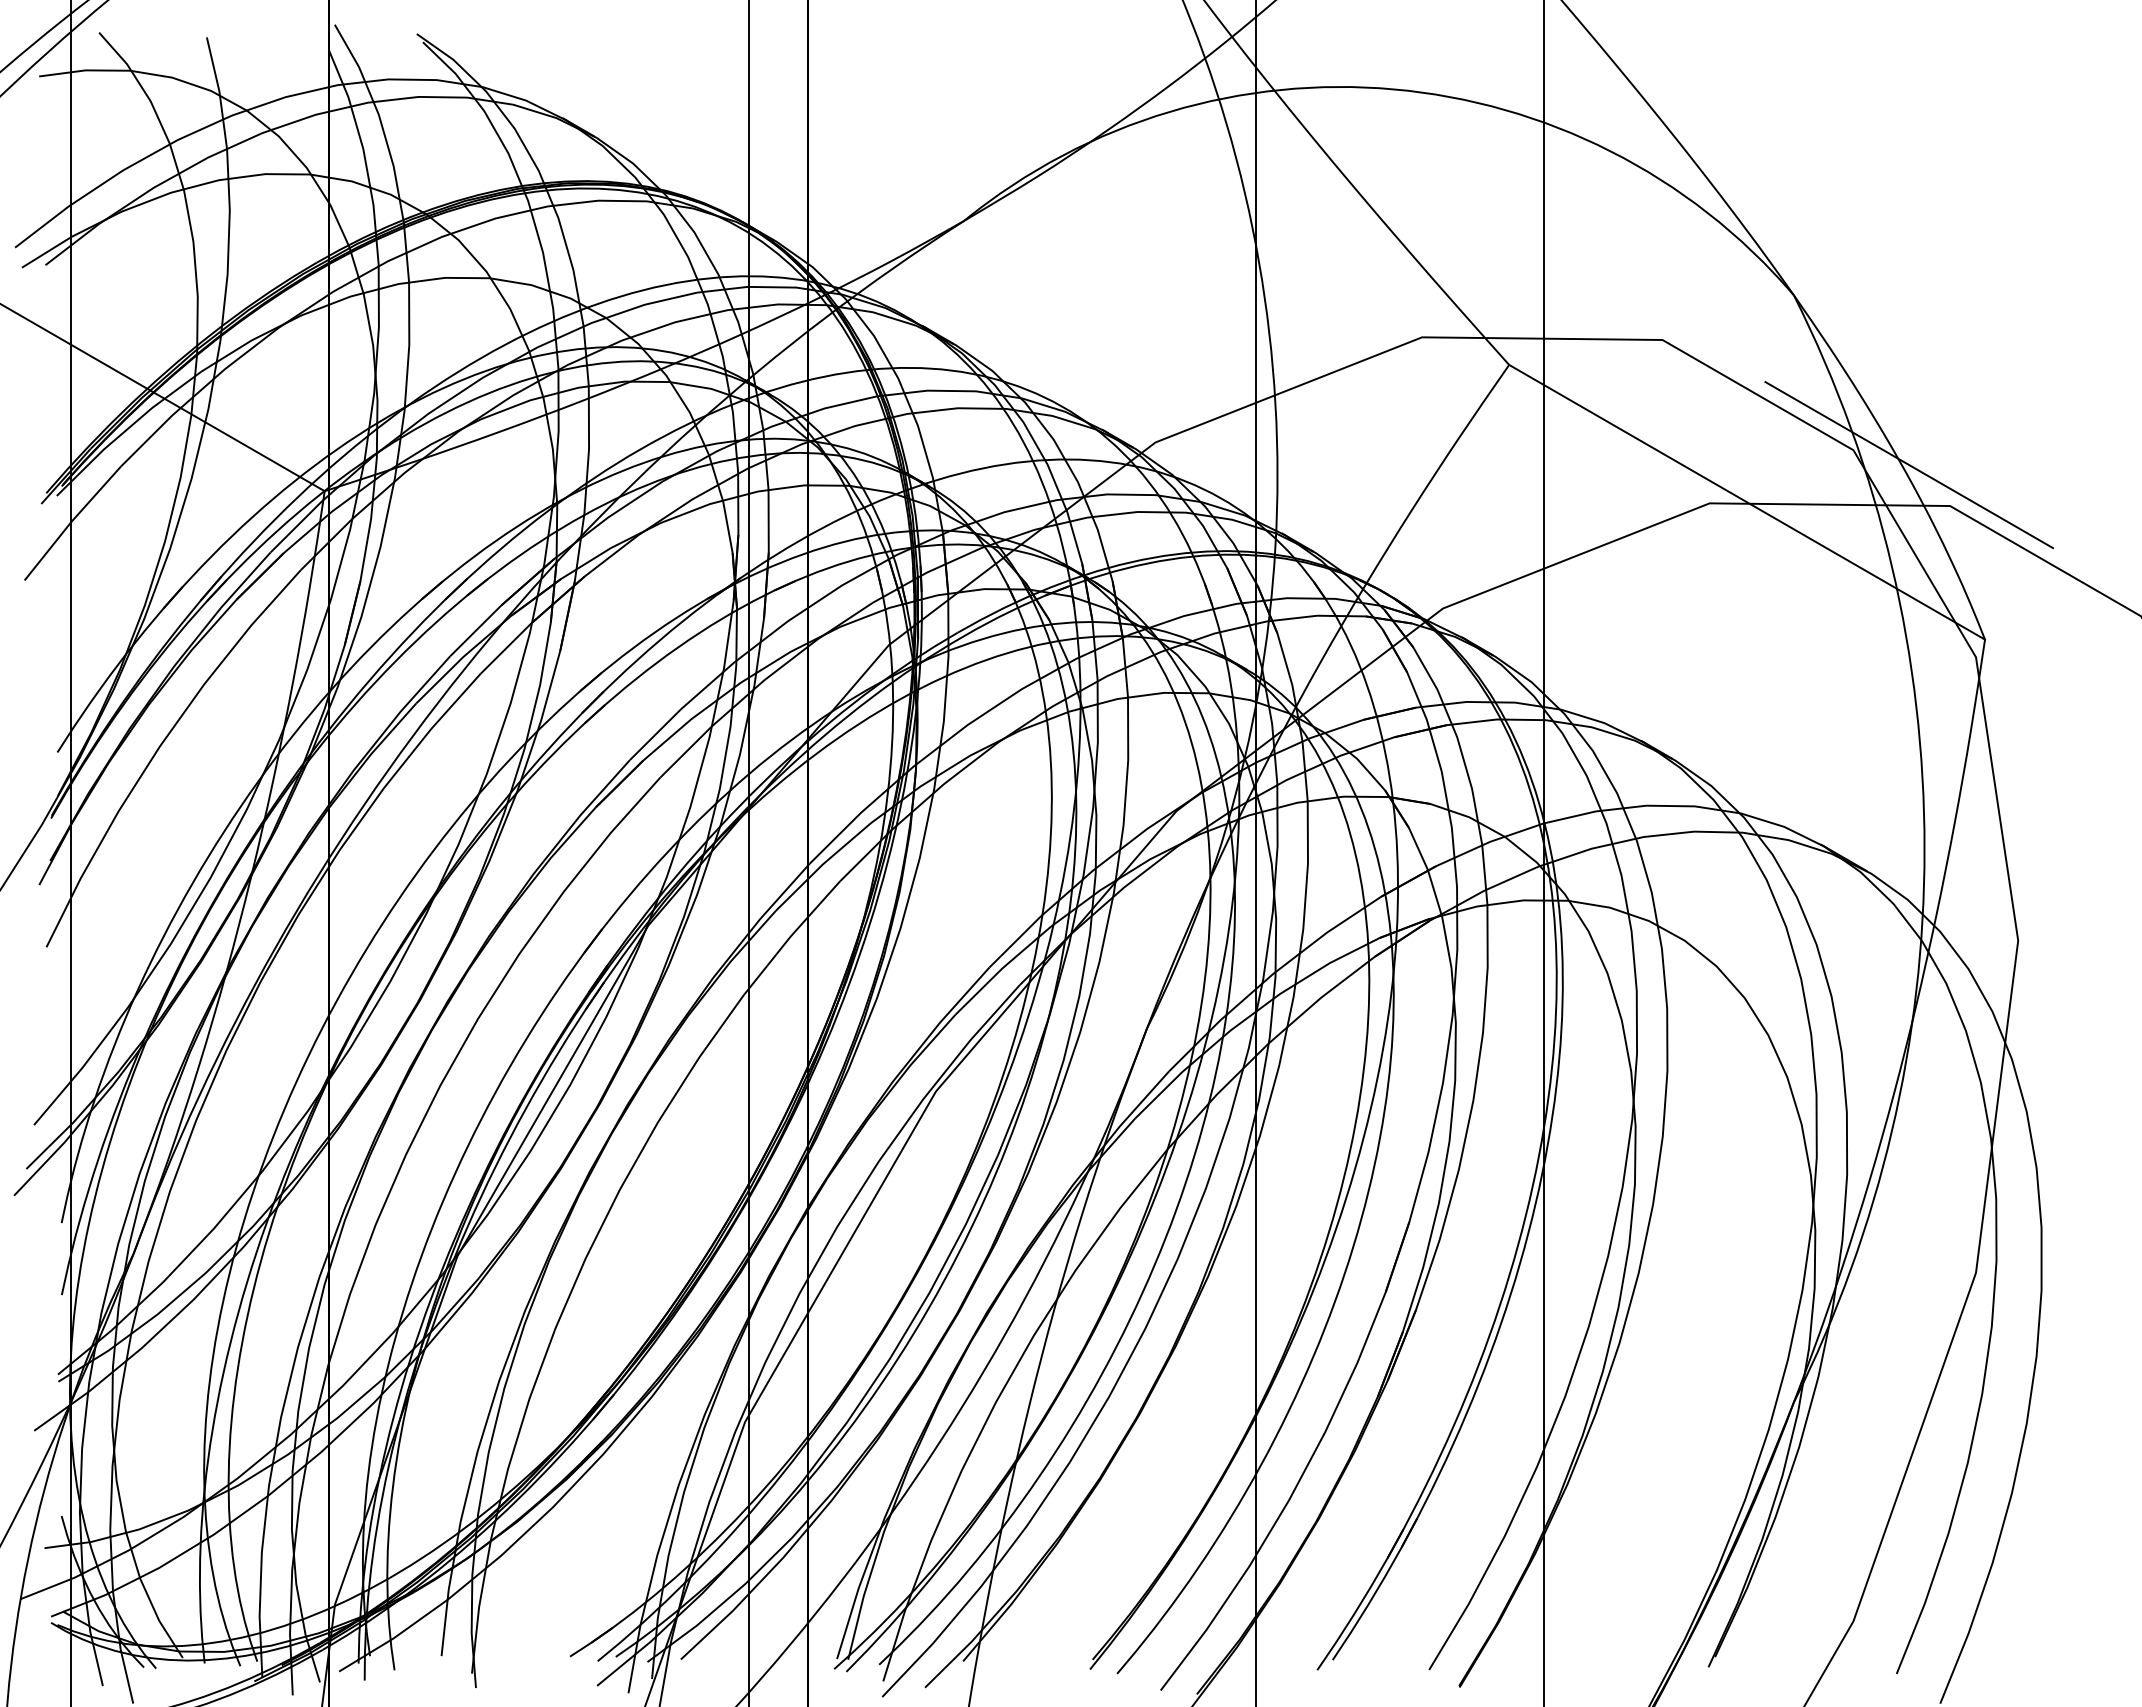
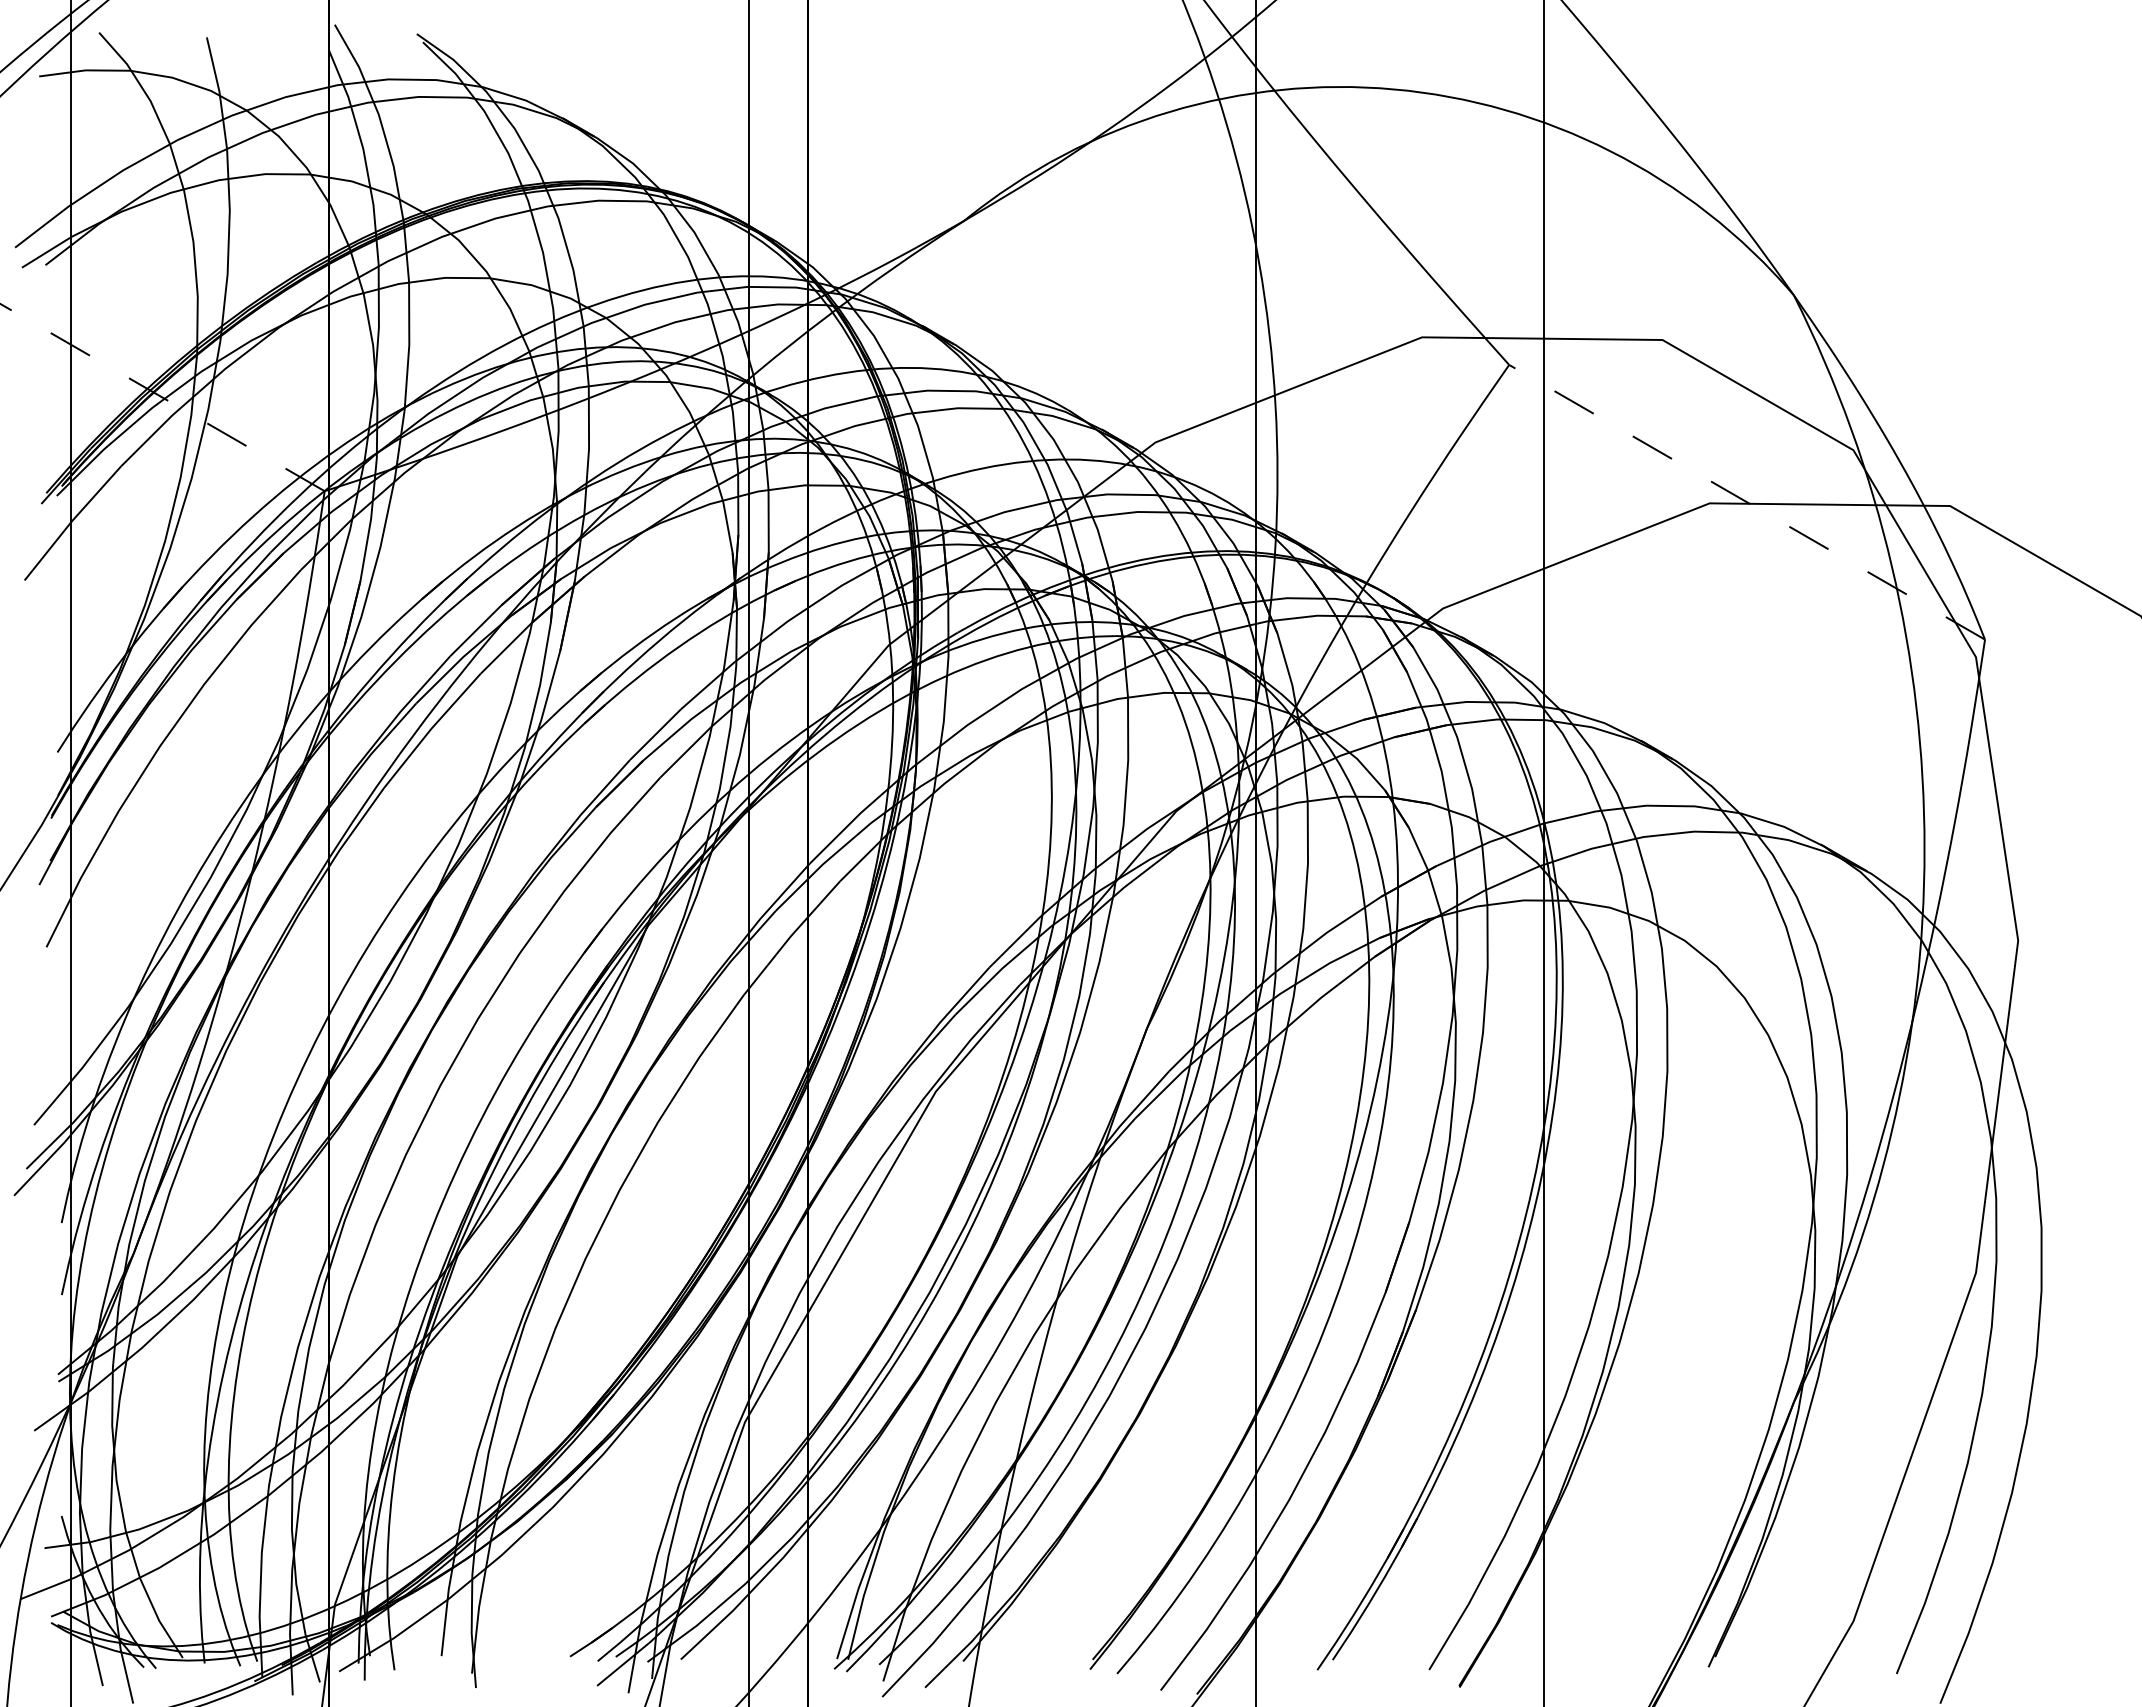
line at (162, 397): solid -> dashed
line at (1909, 465): present -> none
line at (1747, 502): solid -> dashed
